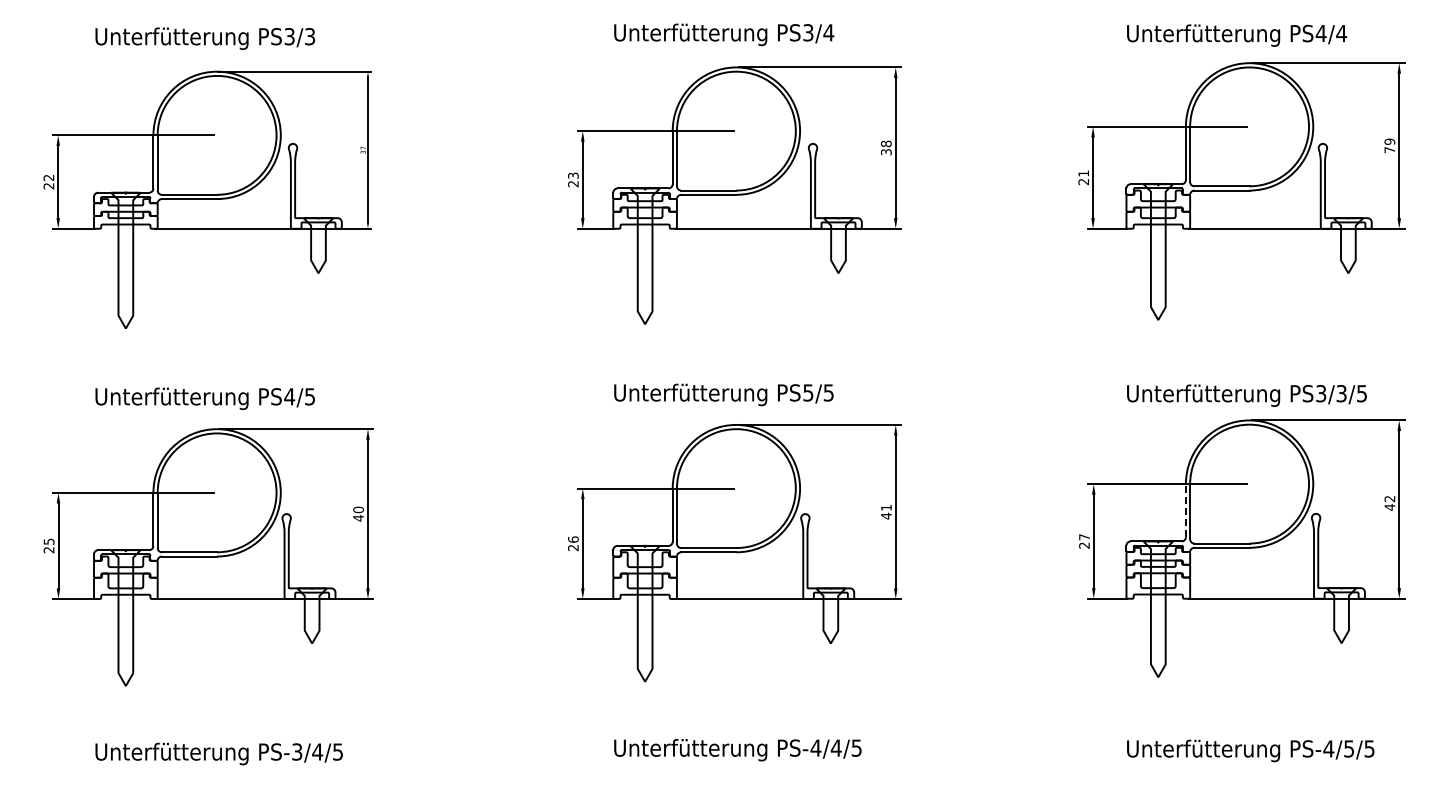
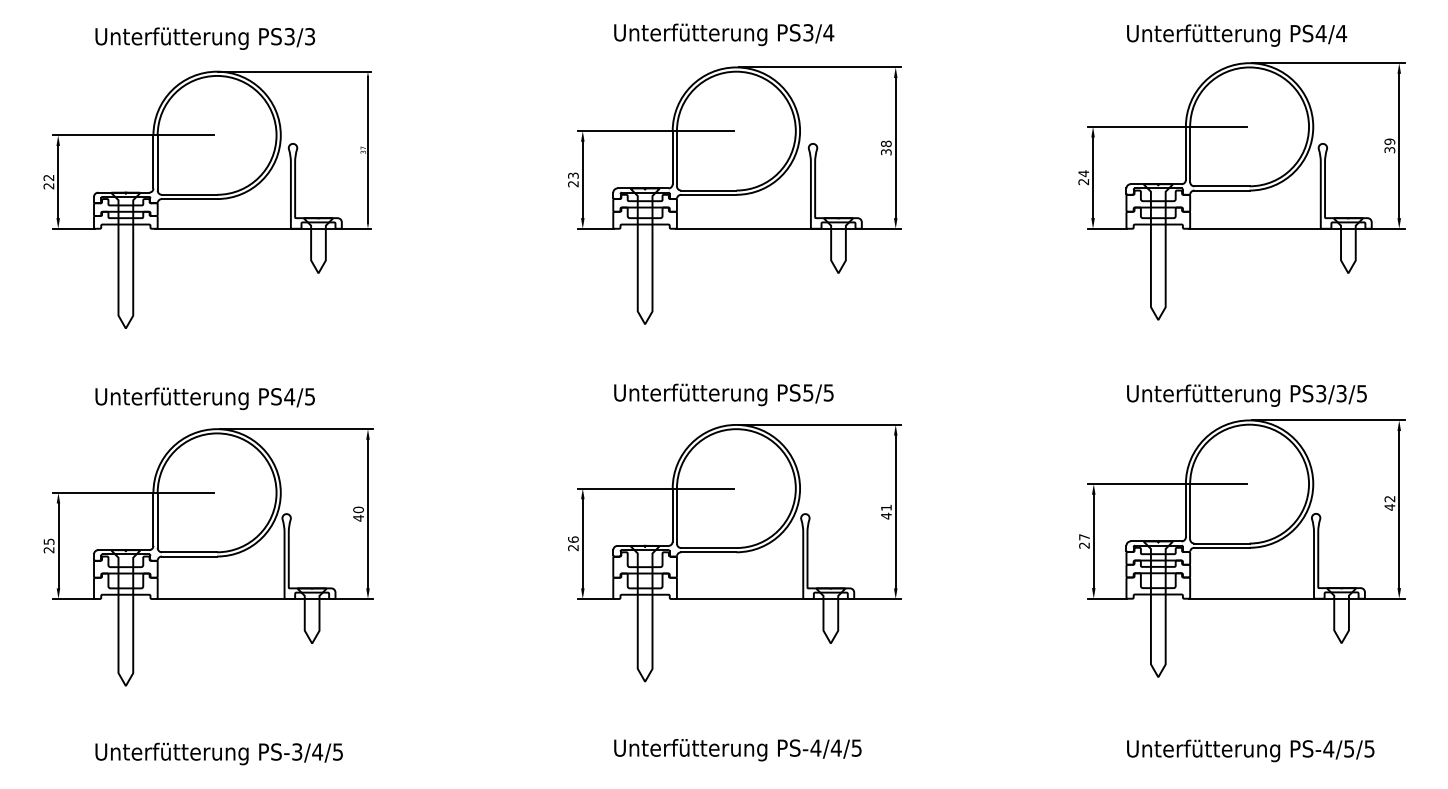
text at (1389, 150): 79 -> 39
text at (1083, 173): 21 -> 24
line at (1185, 510): dashed -> solid
